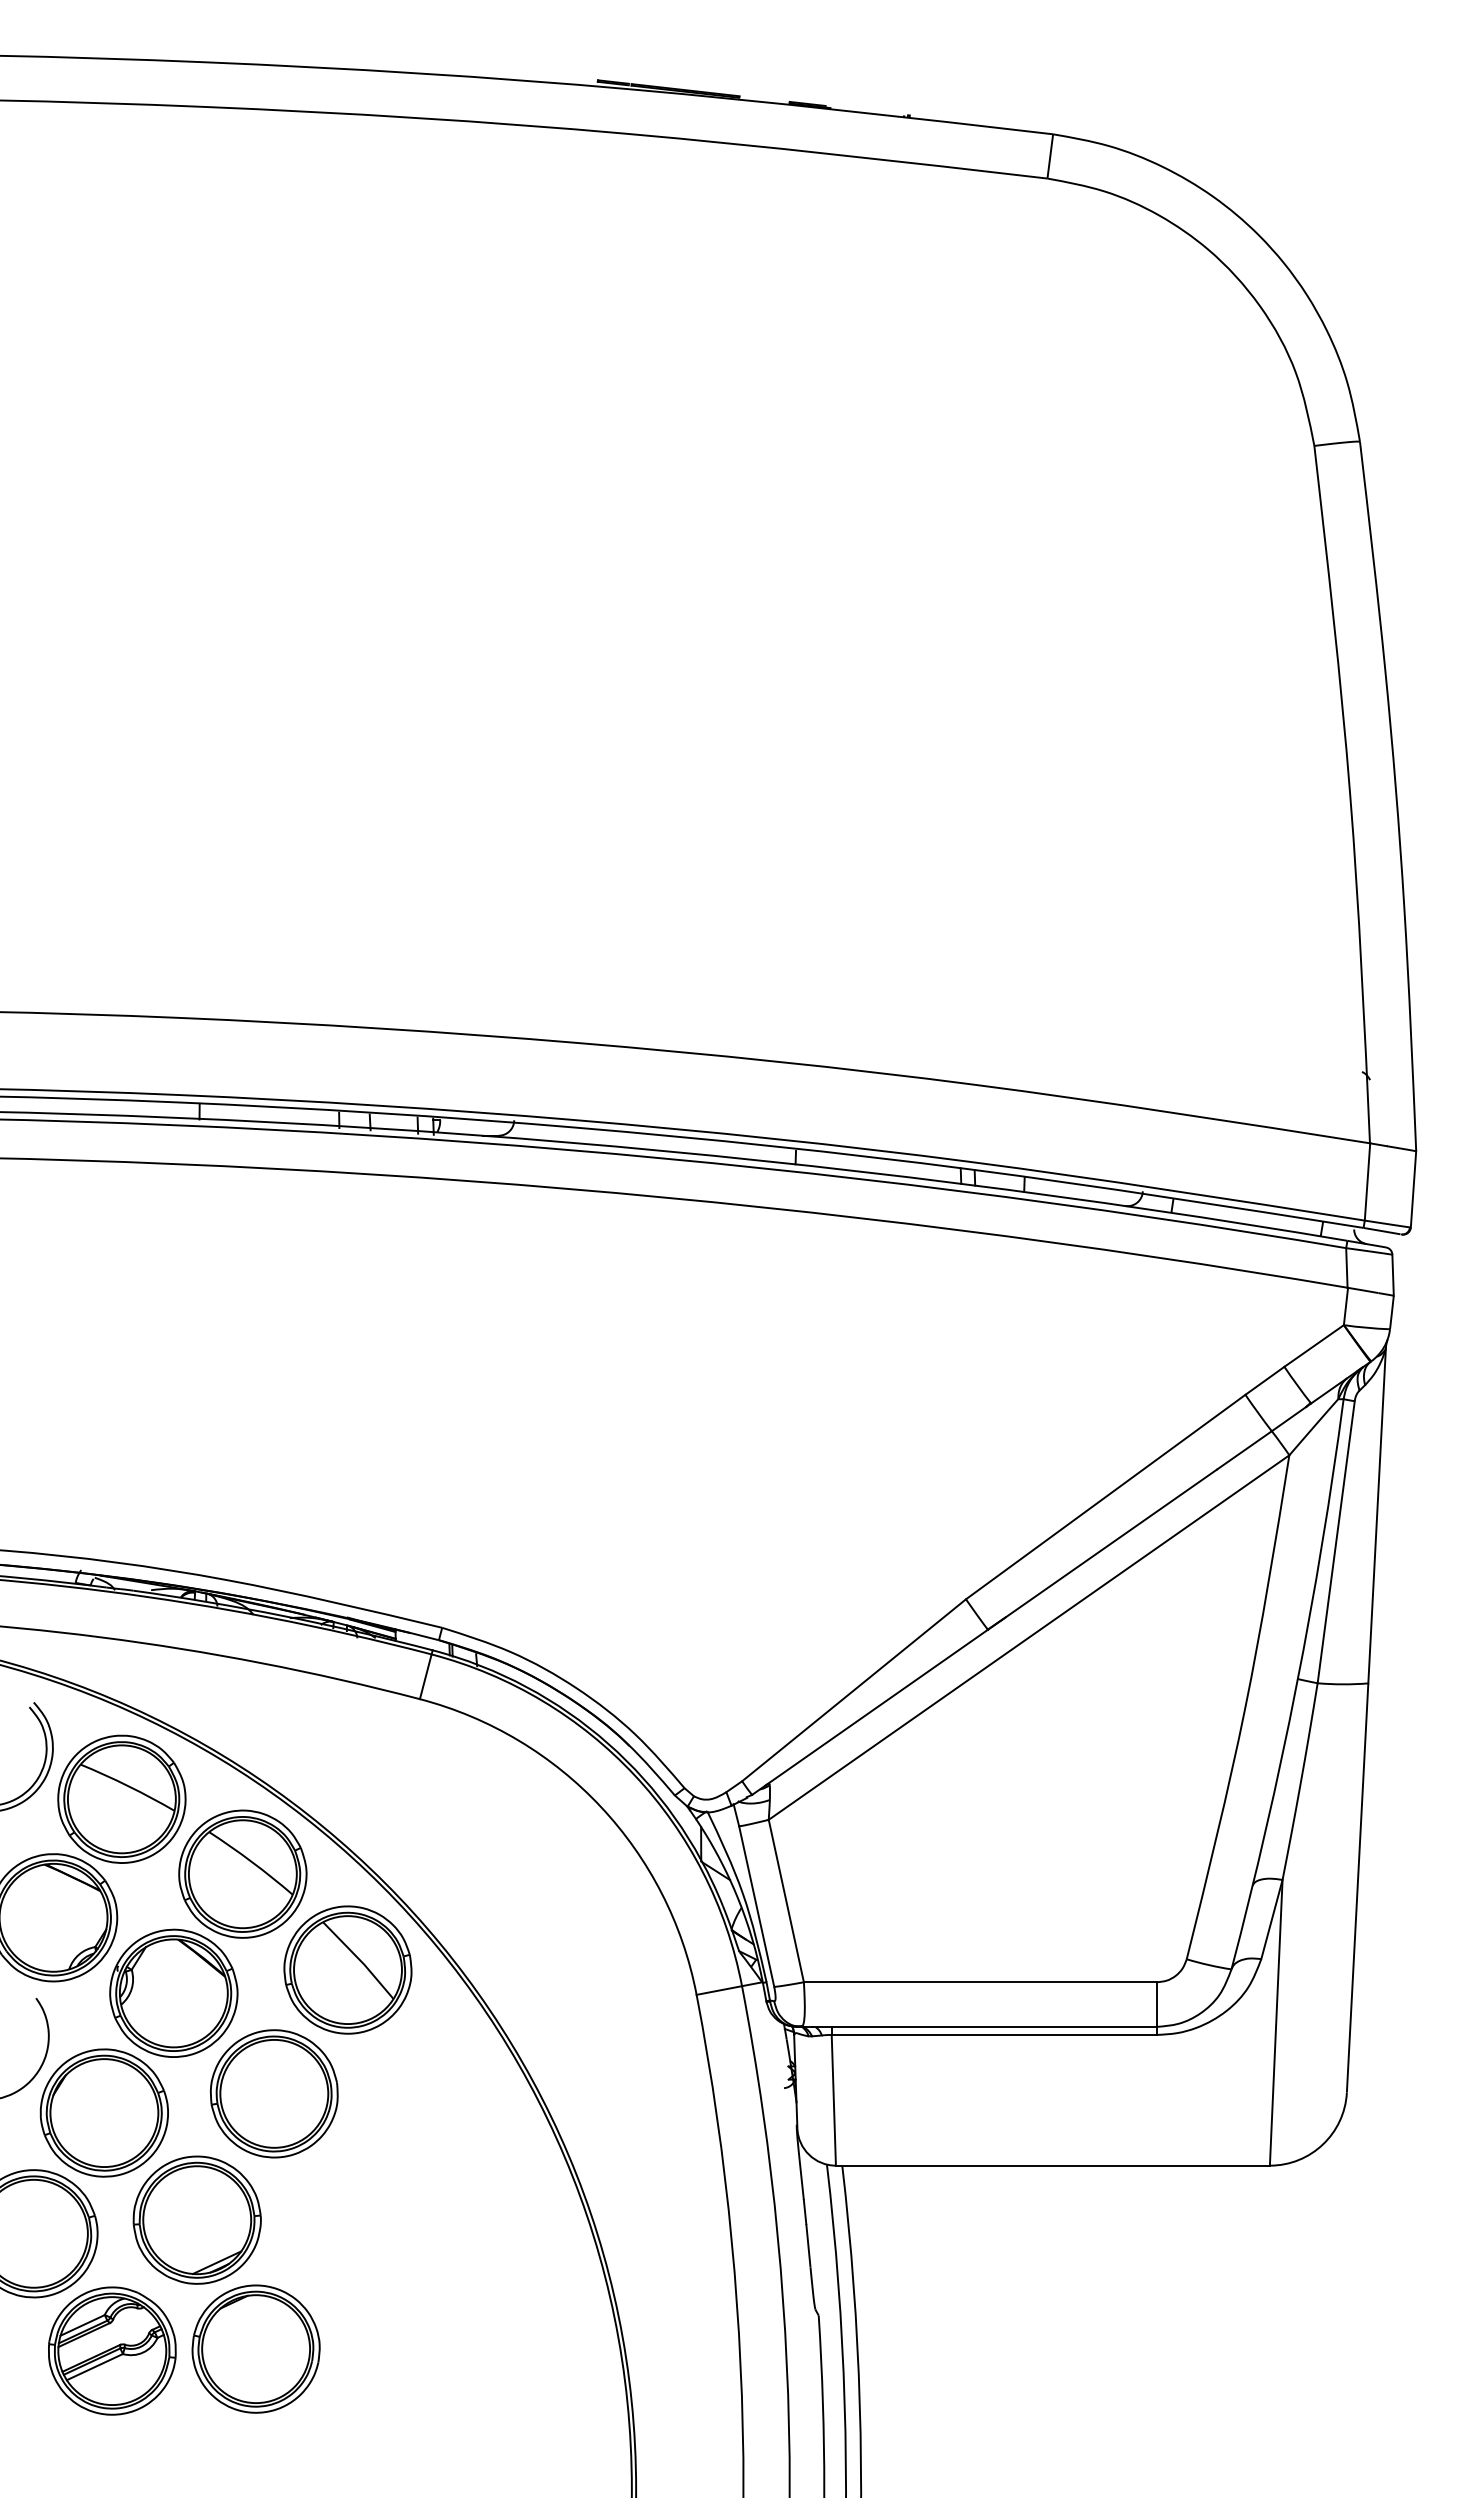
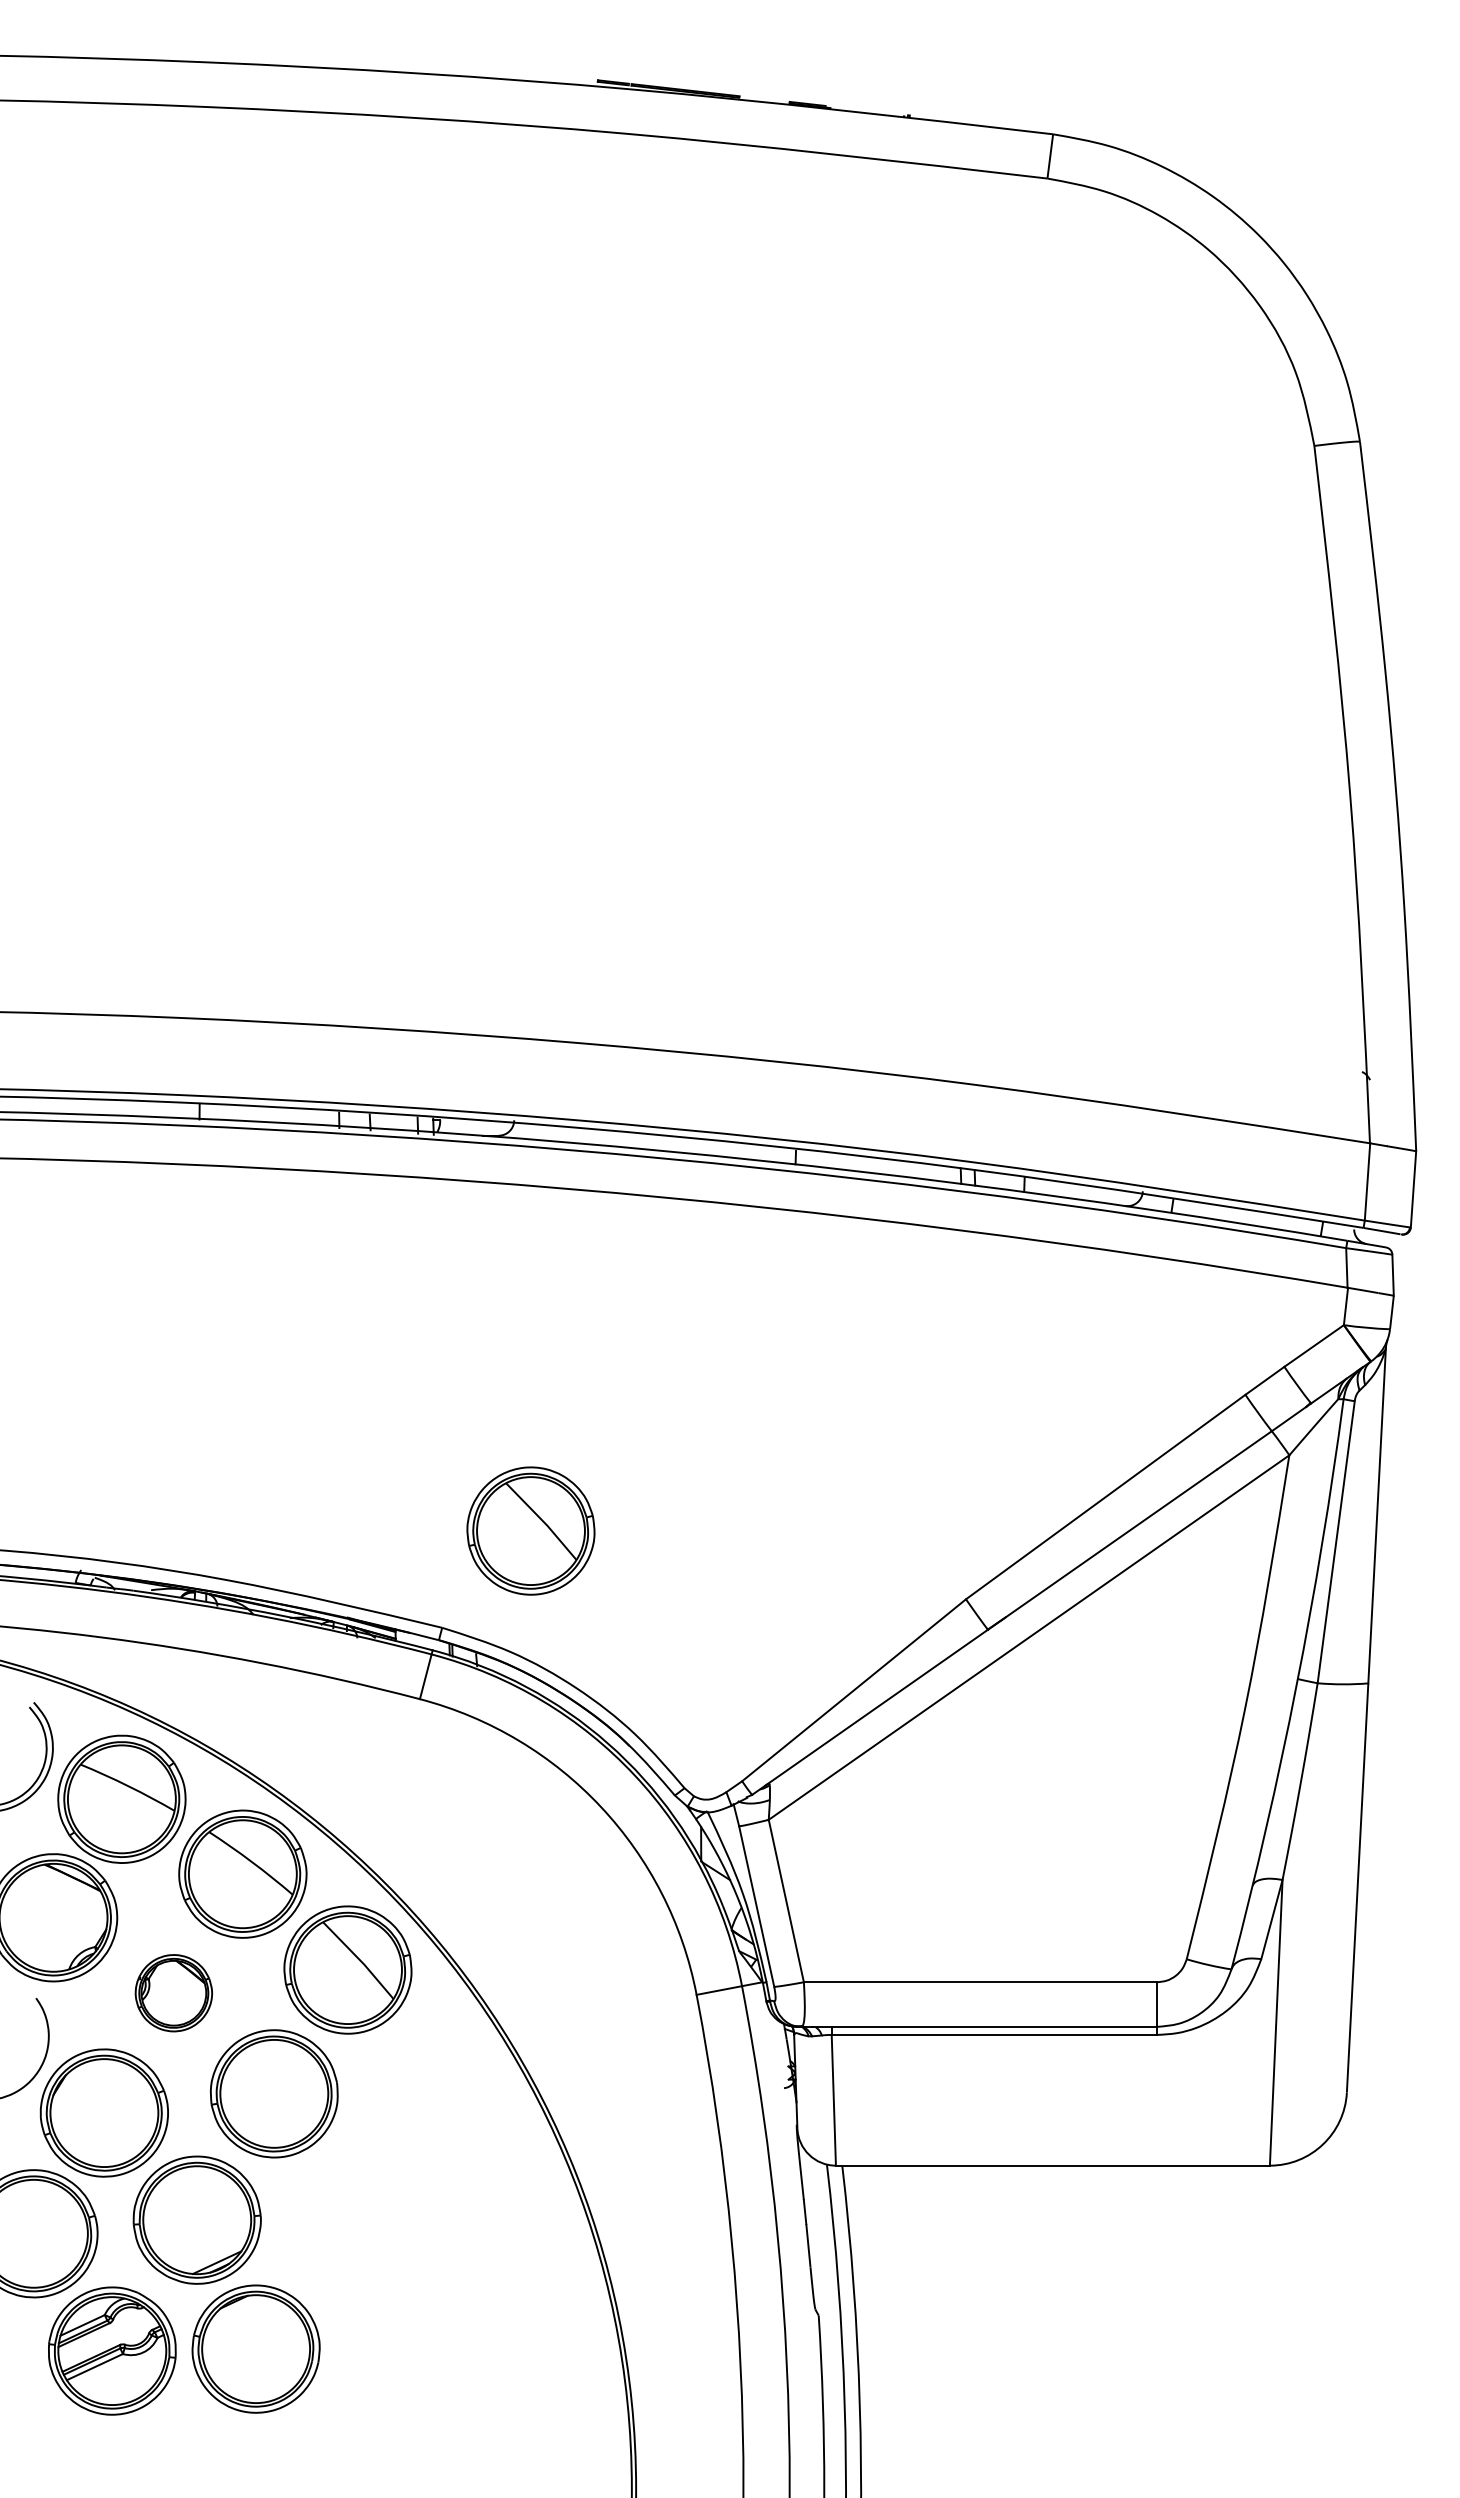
part at (530, 1530): none -> present
part at (173, 1992) size: 130x130 px -> 80x79 px
